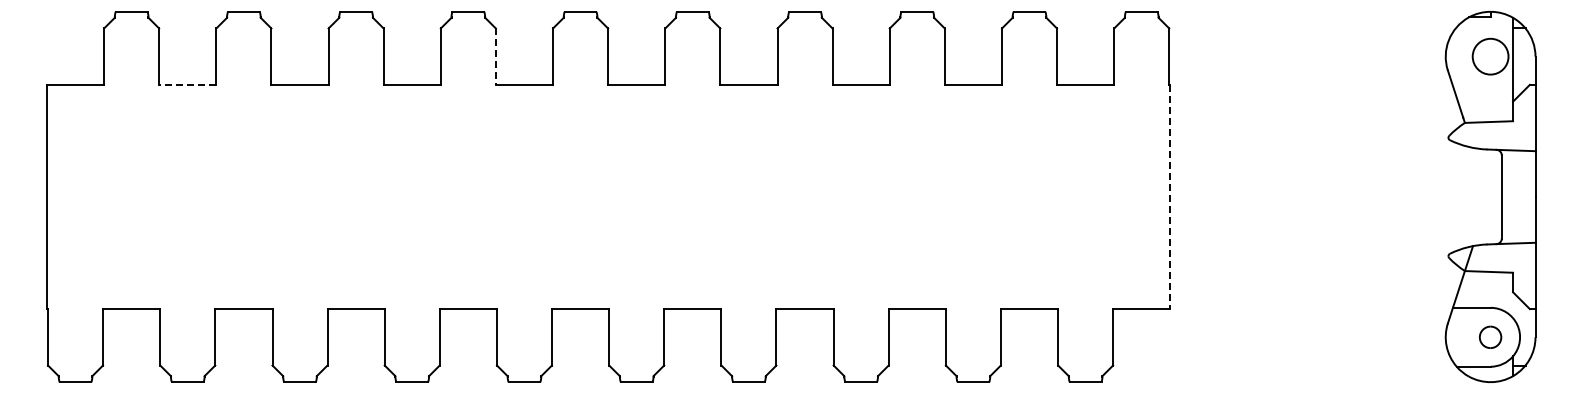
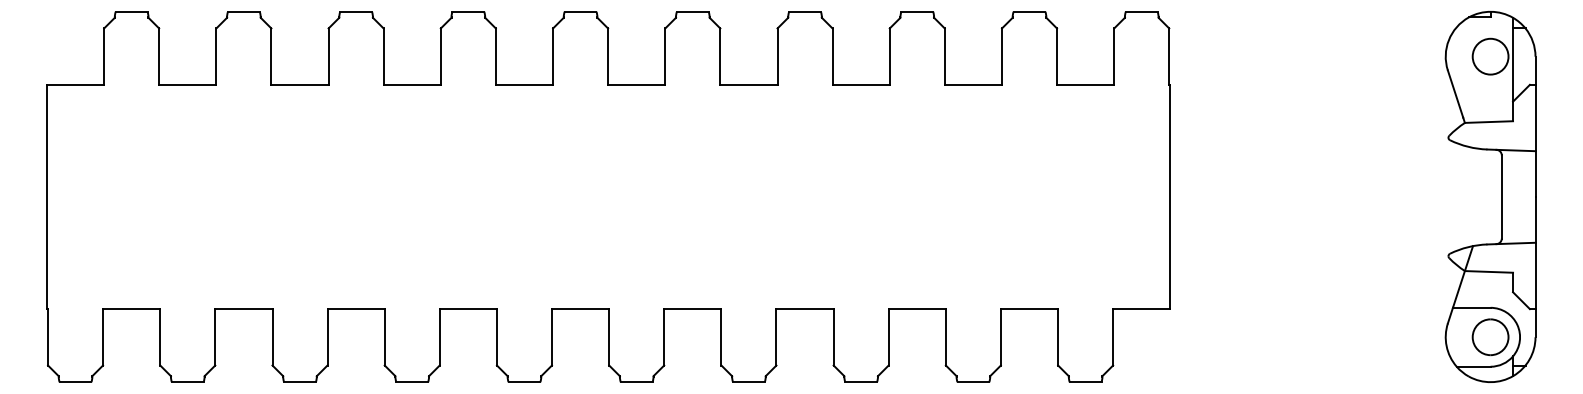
line at (495, 57): dashed -> solid
line at (187, 84): dashed -> solid
line at (1169, 197): dashed -> solid
part at (1490, 336) size: 24x24 px -> 39x39 px
